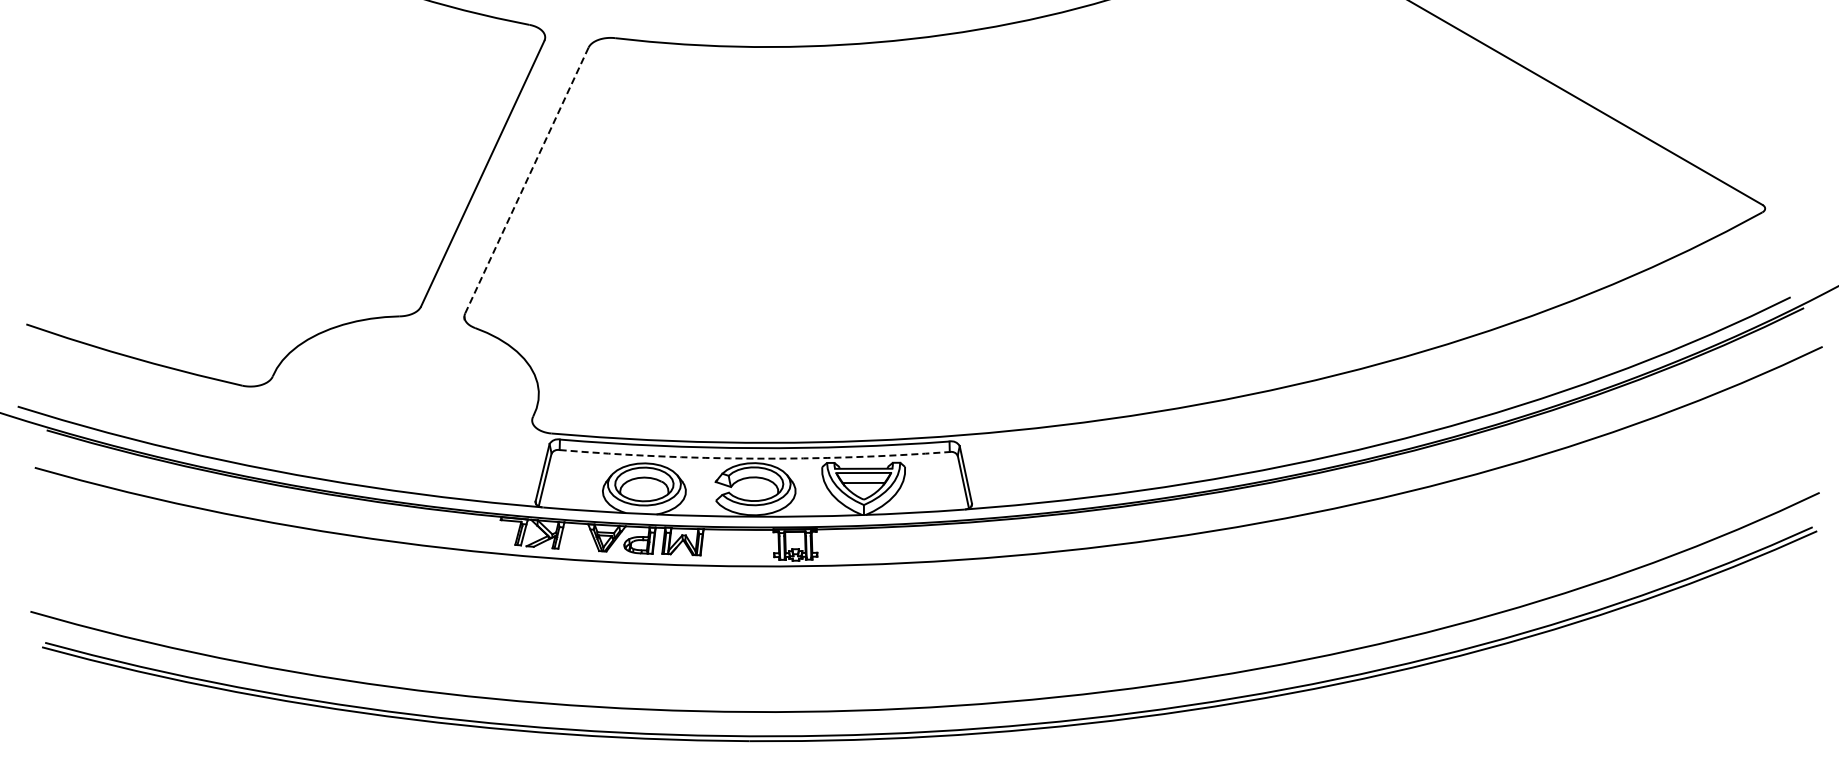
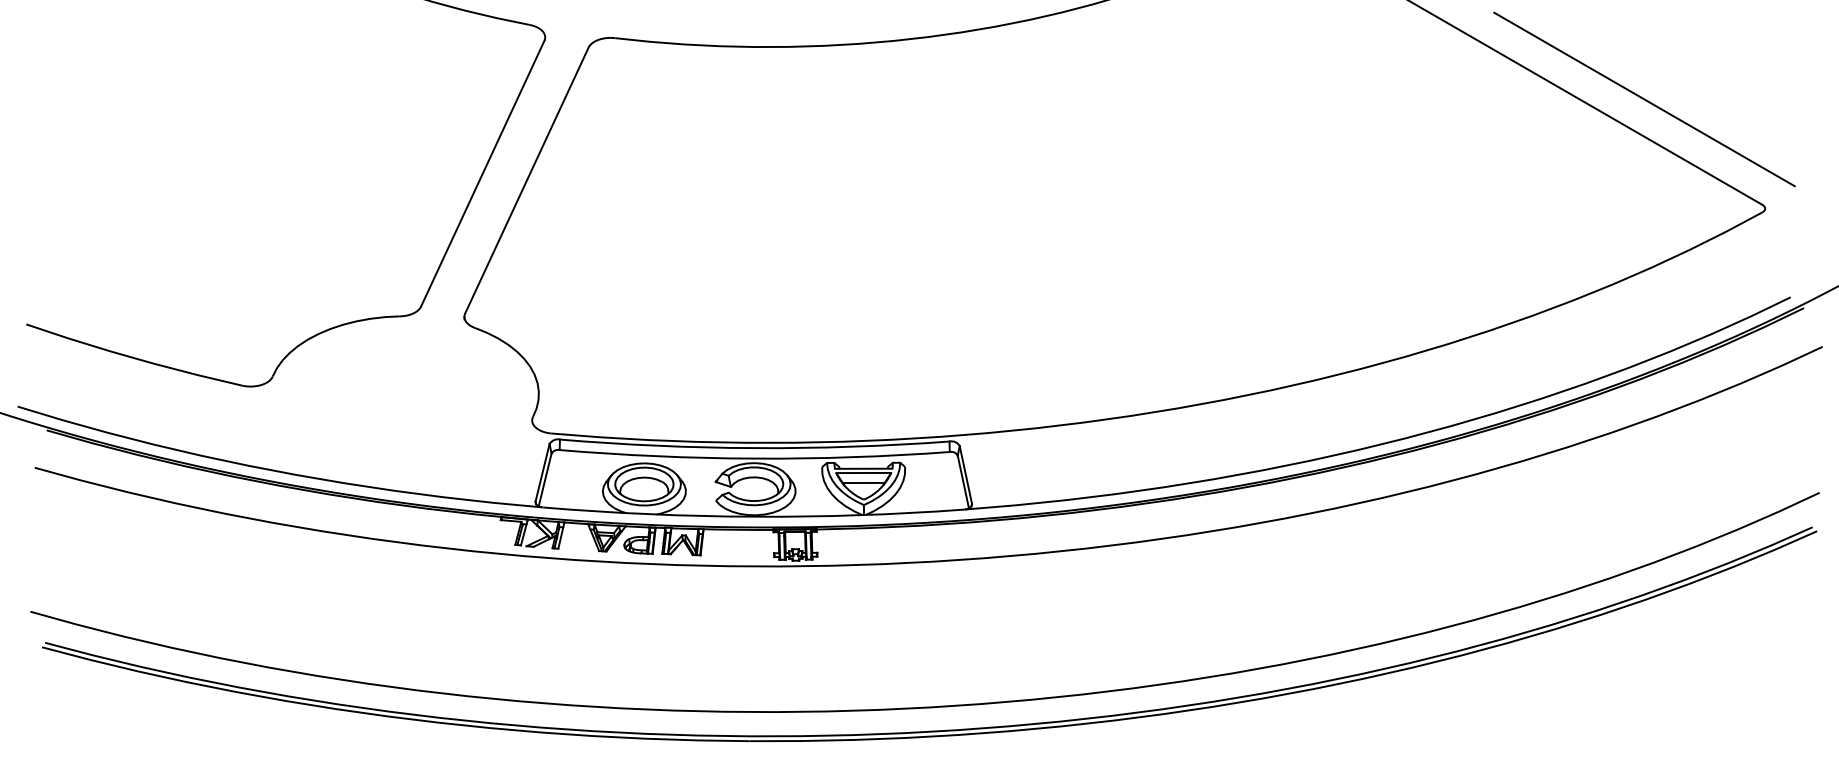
line at (1644, 99): none -> present
line at (526, 180): dashed -> solid
arc at (754, 458): dashed -> solid
